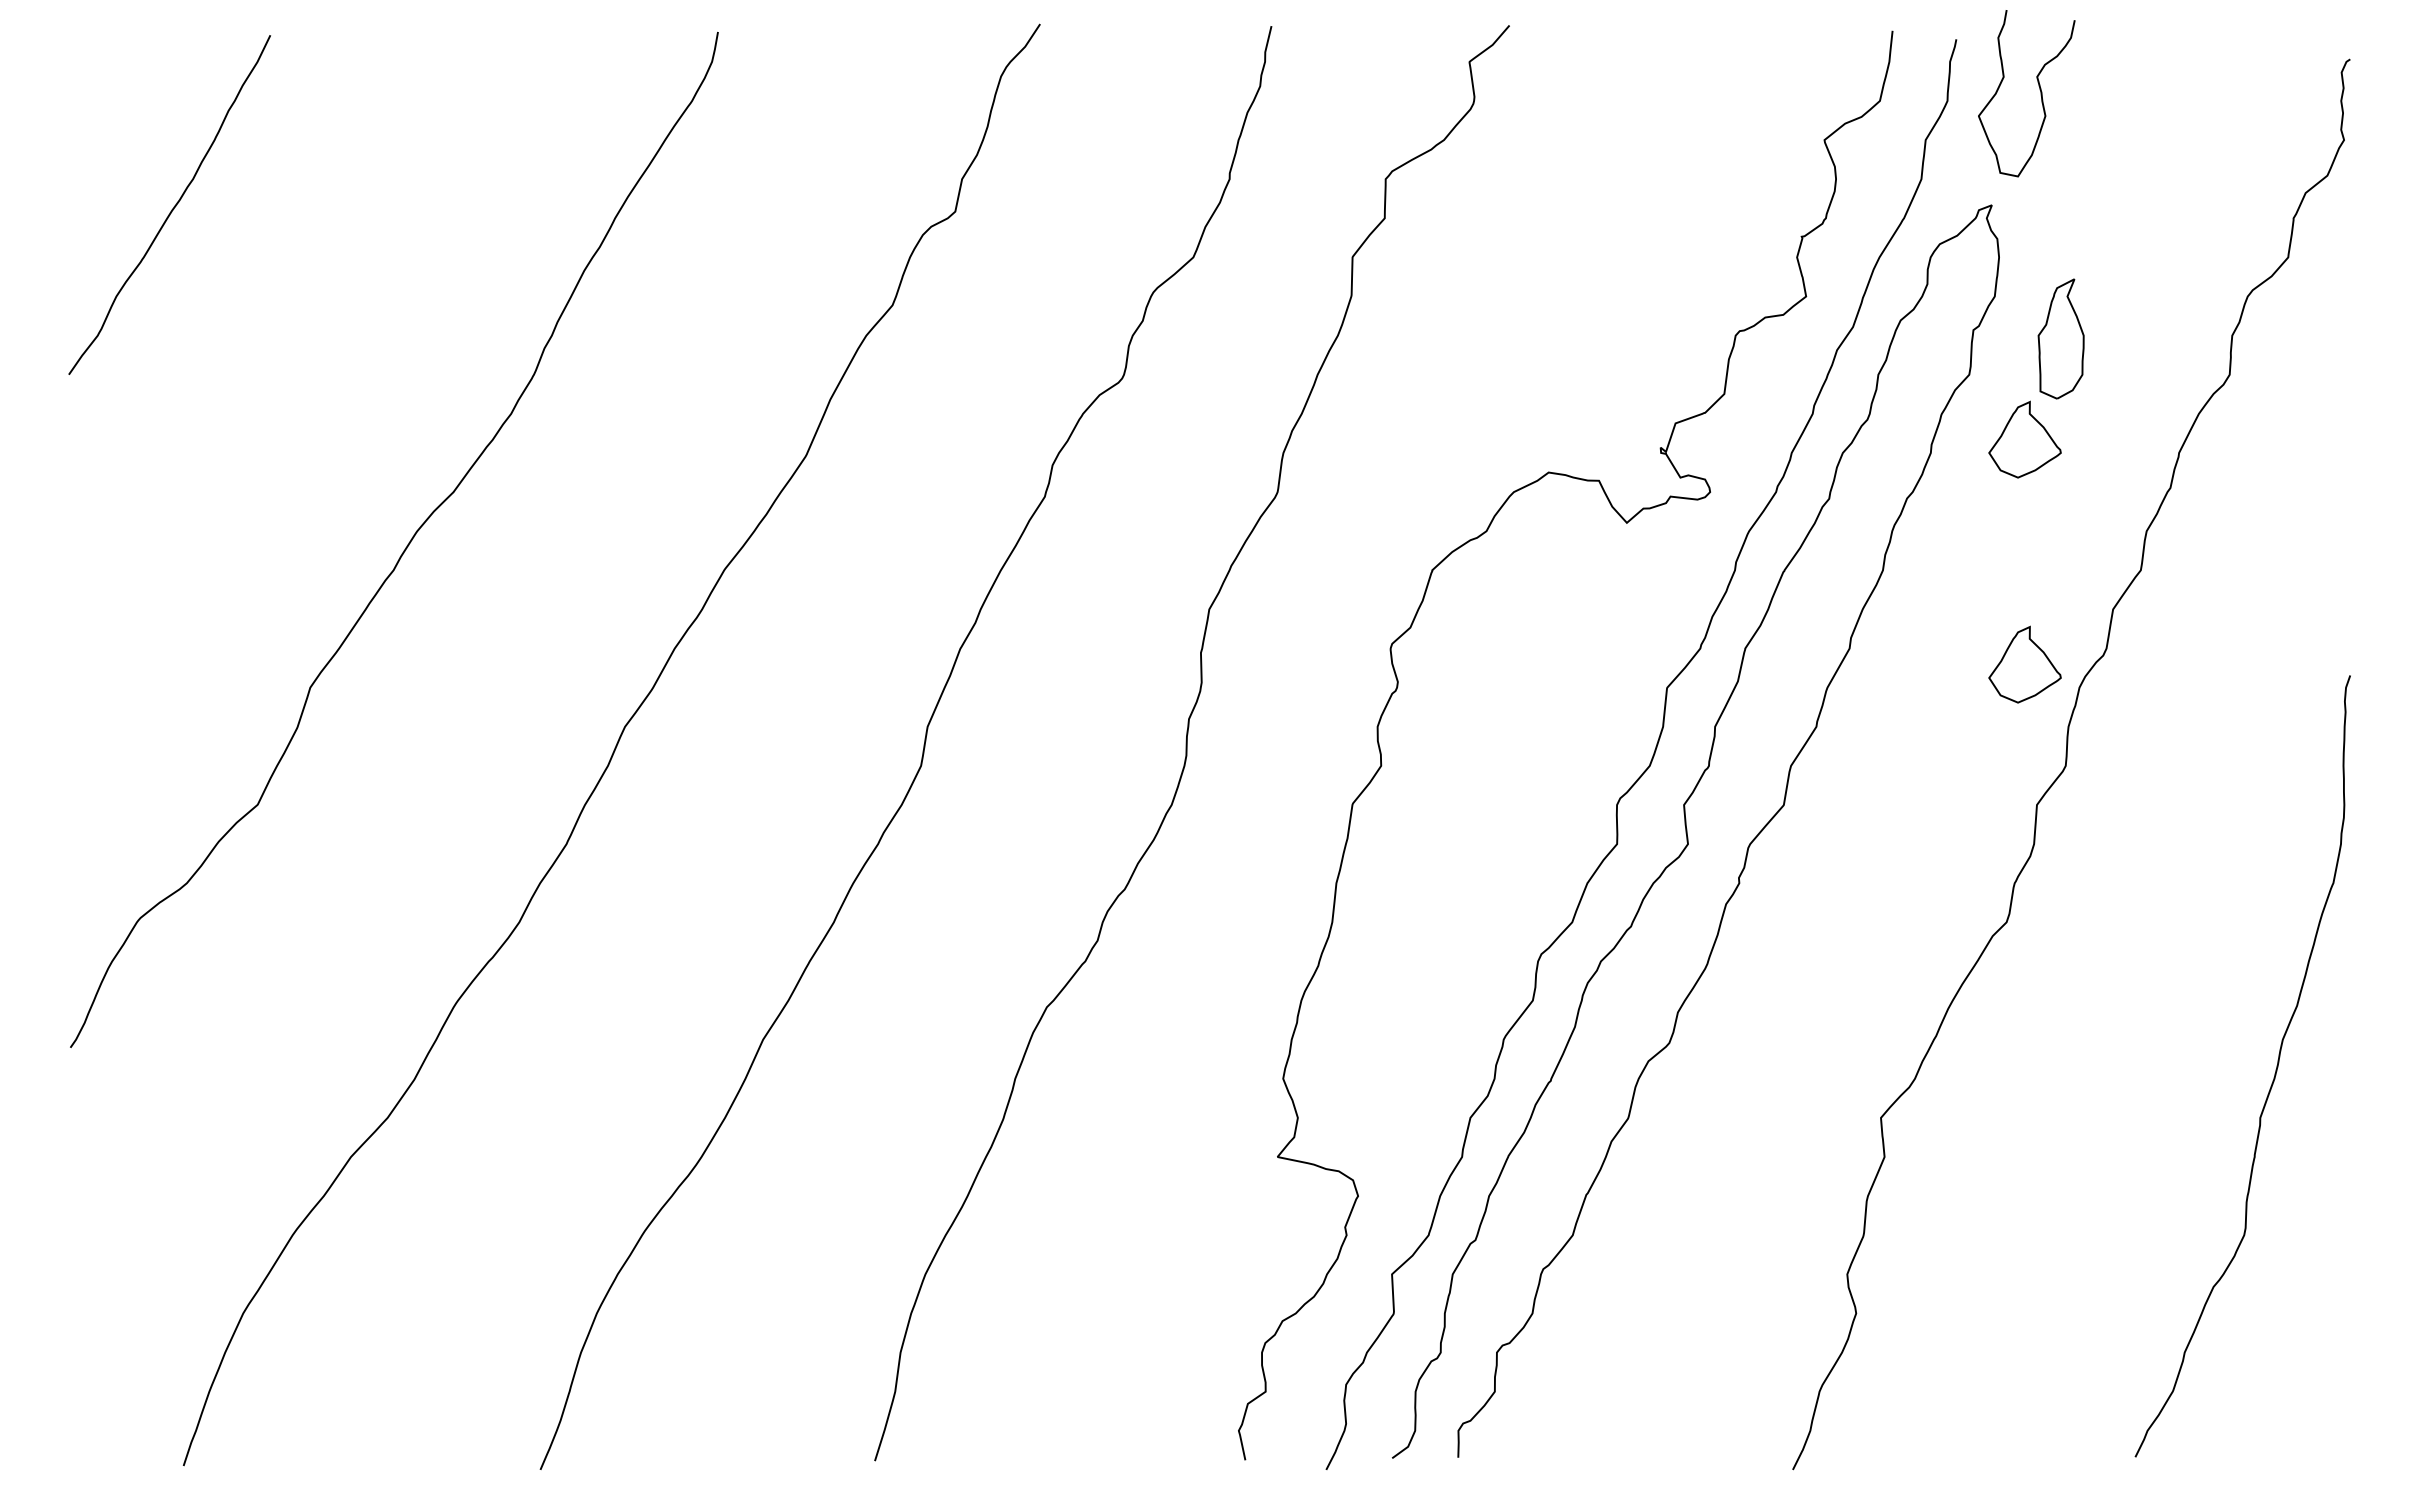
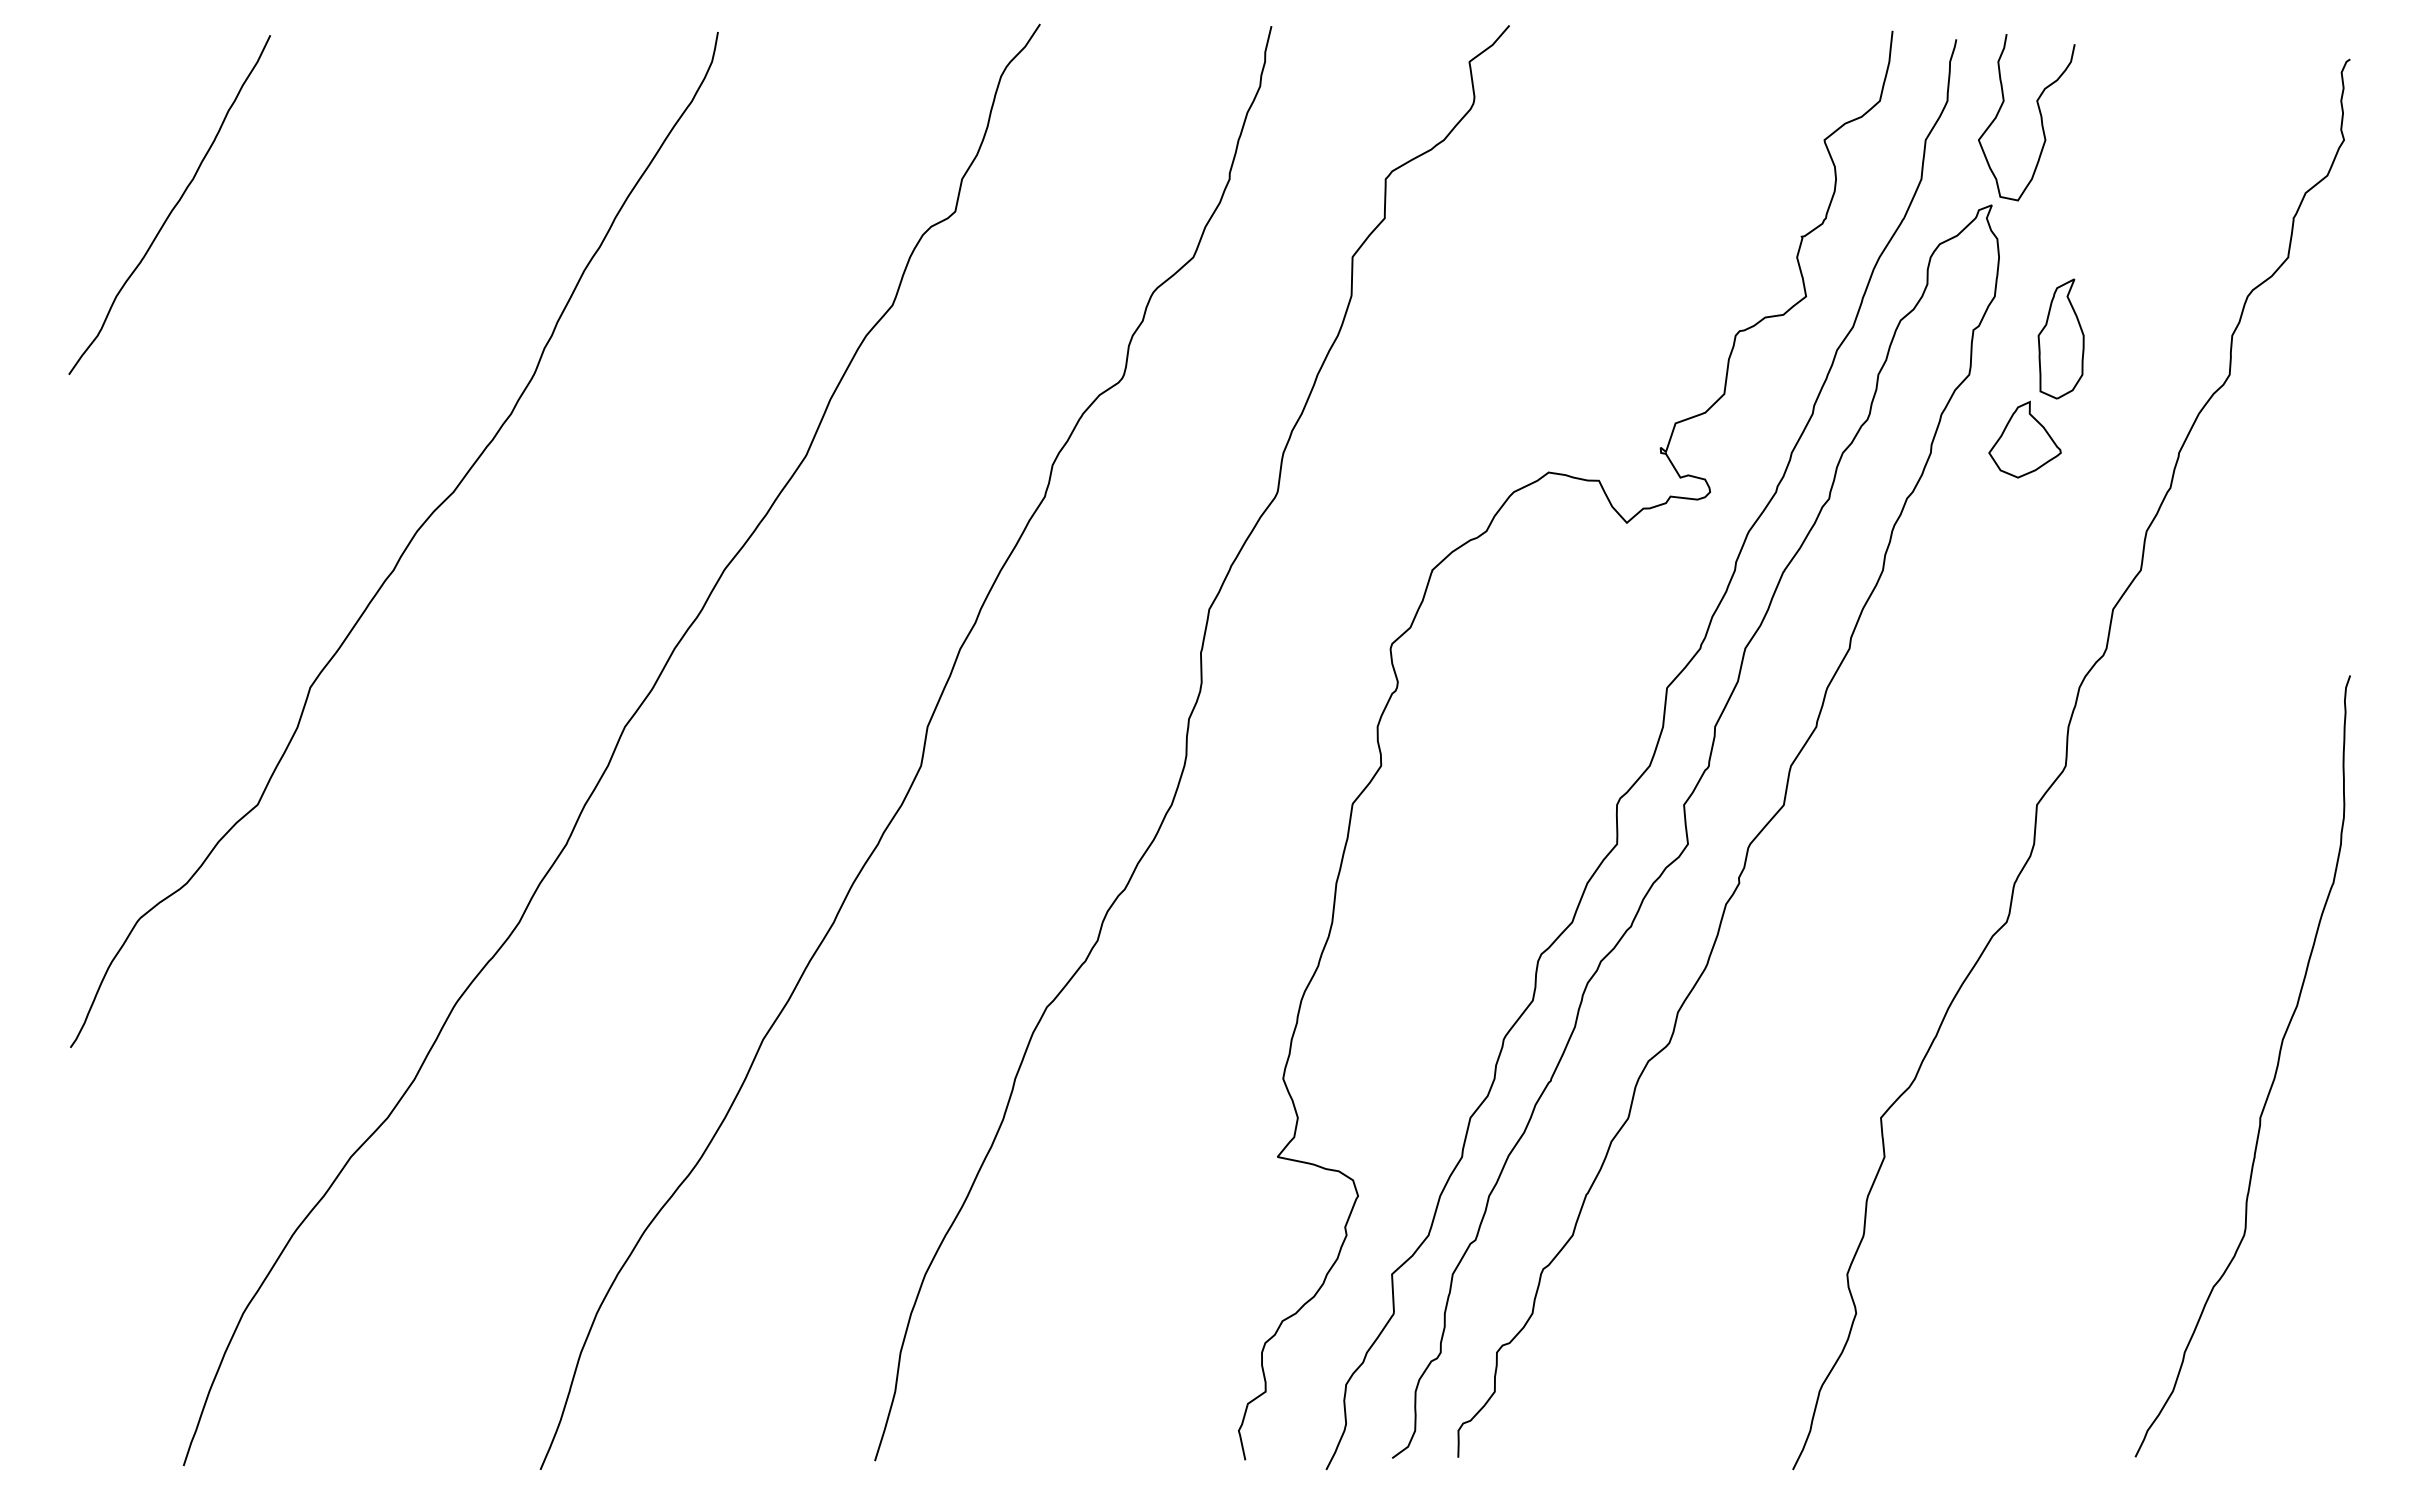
curve at (2039, 89) position: (2039, 89) -> (2039, 113)
part at (2024, 664): present -> none
